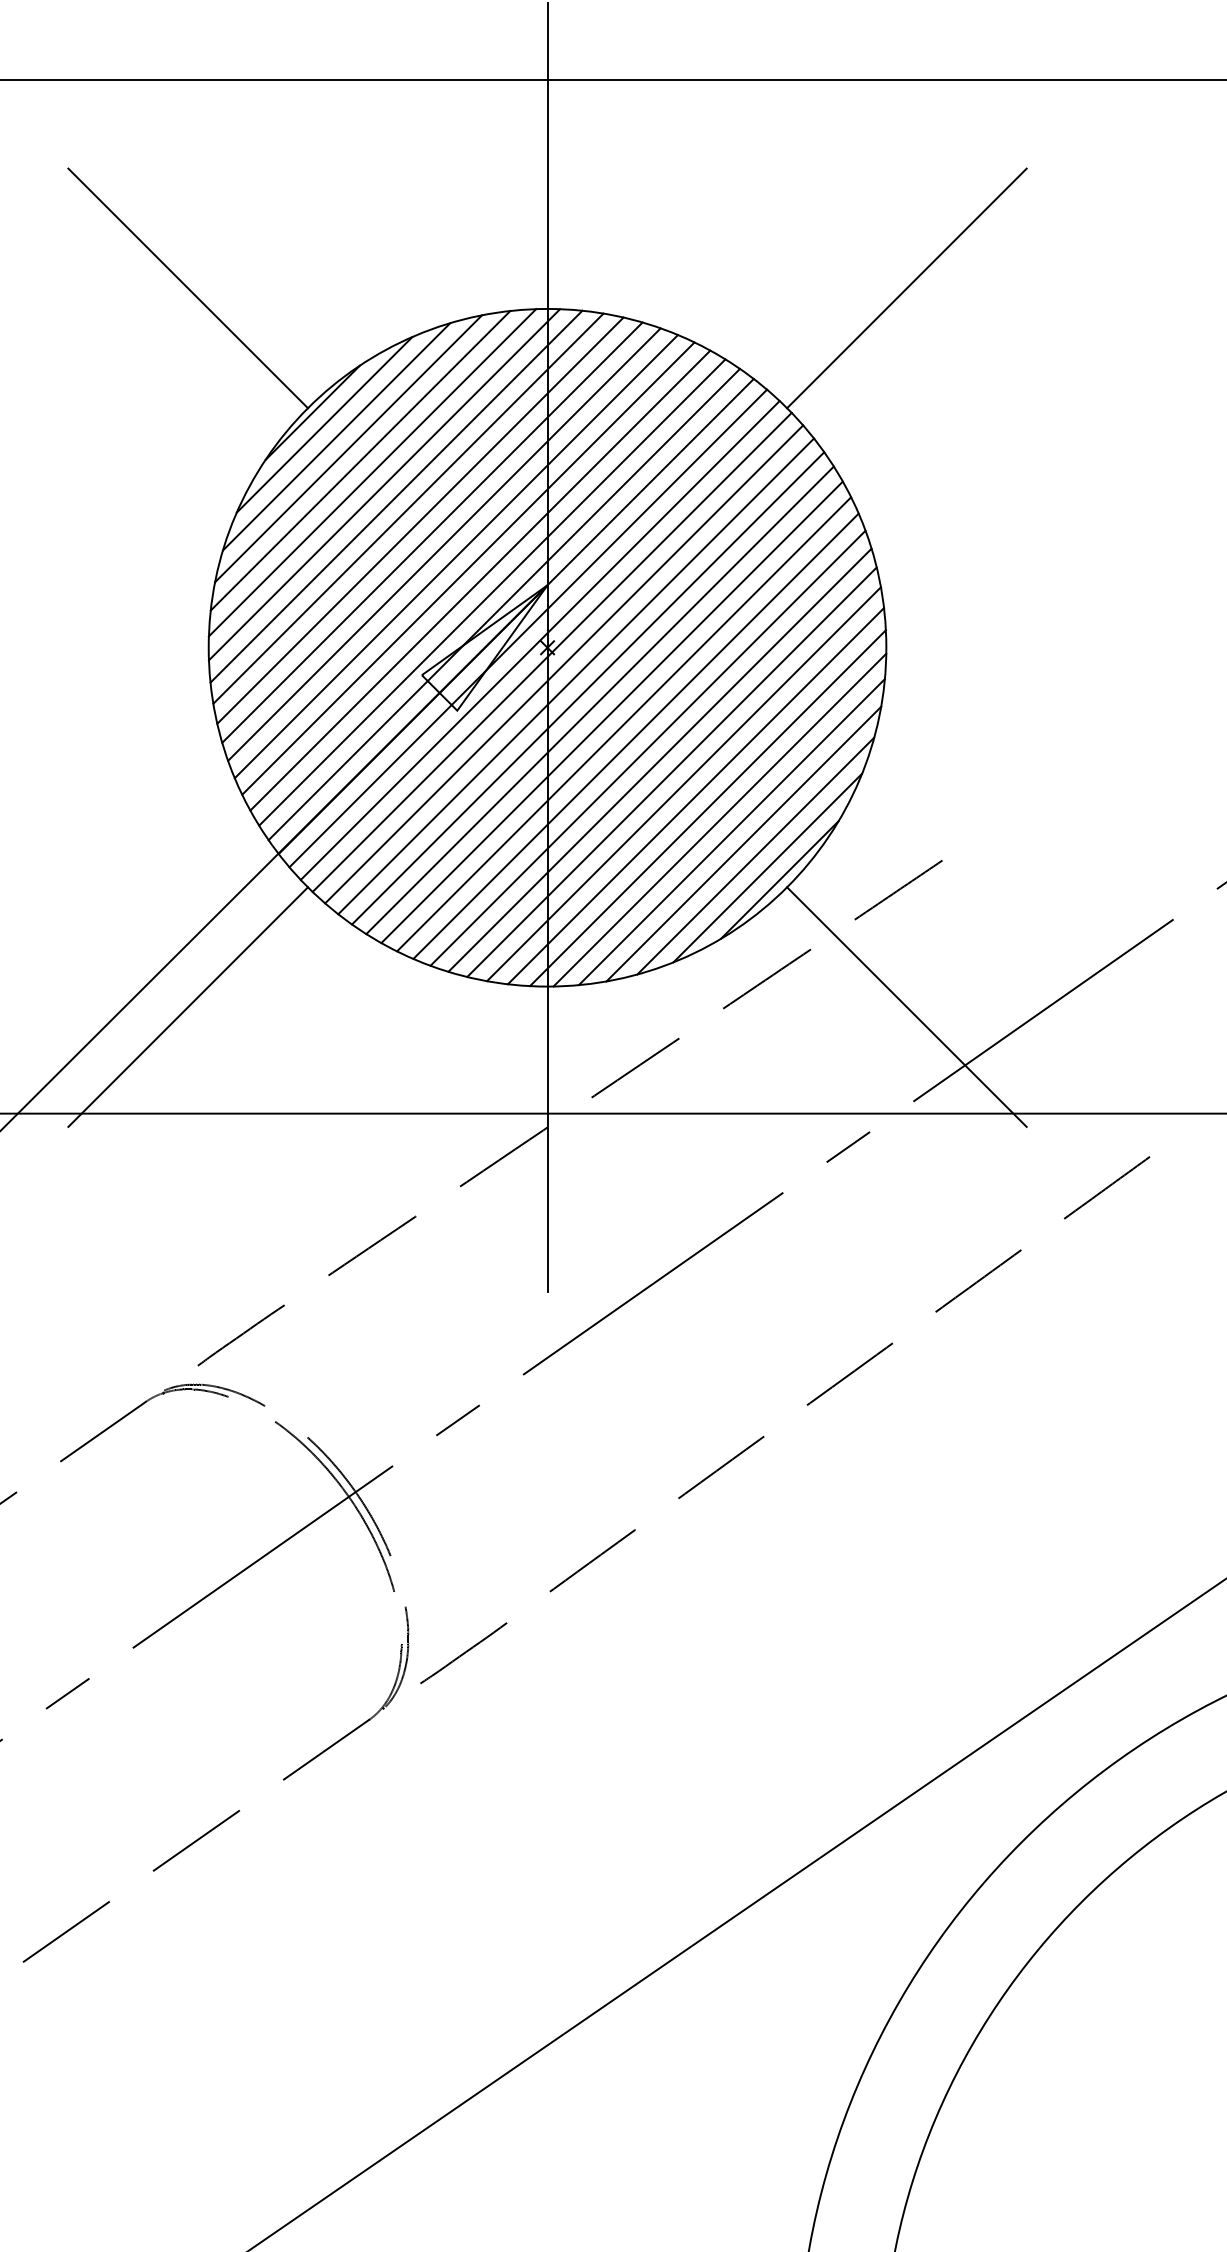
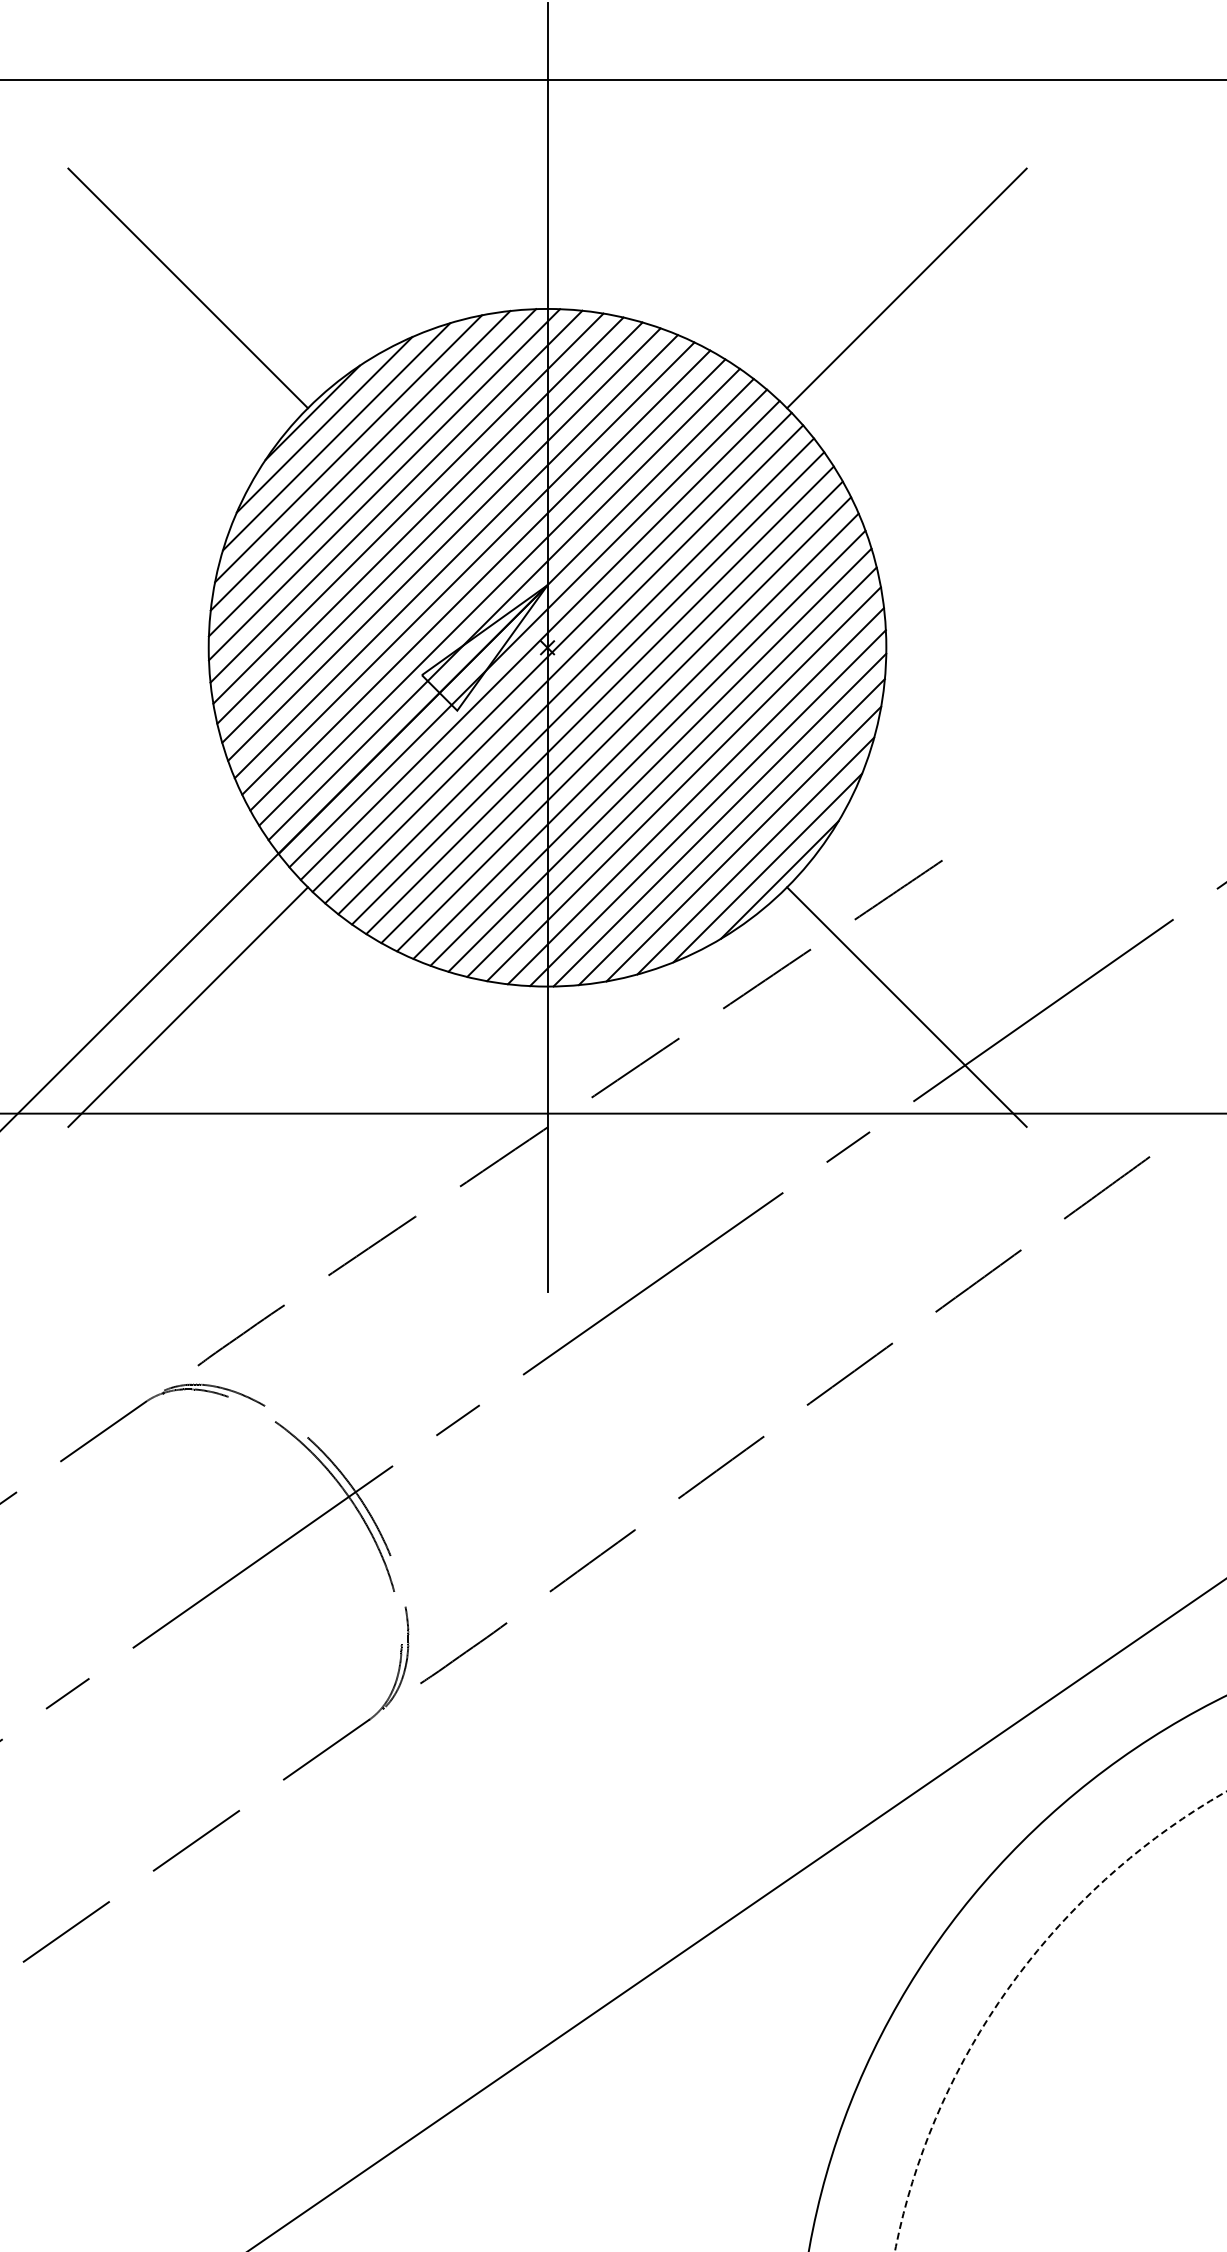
circle at (1060, 2021): solid -> dashed
